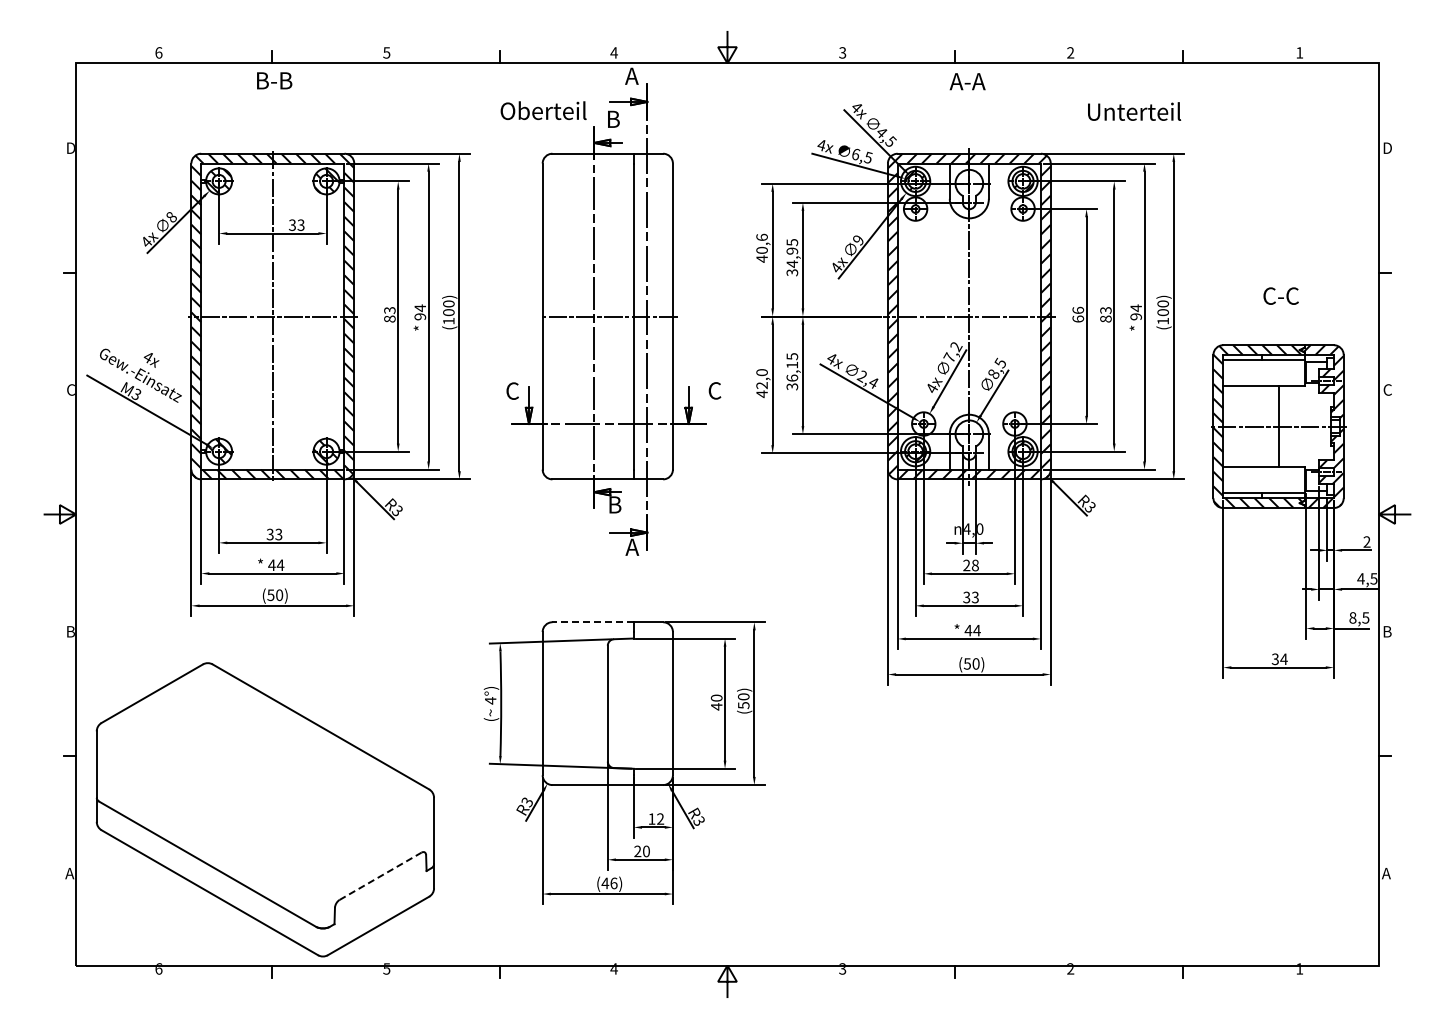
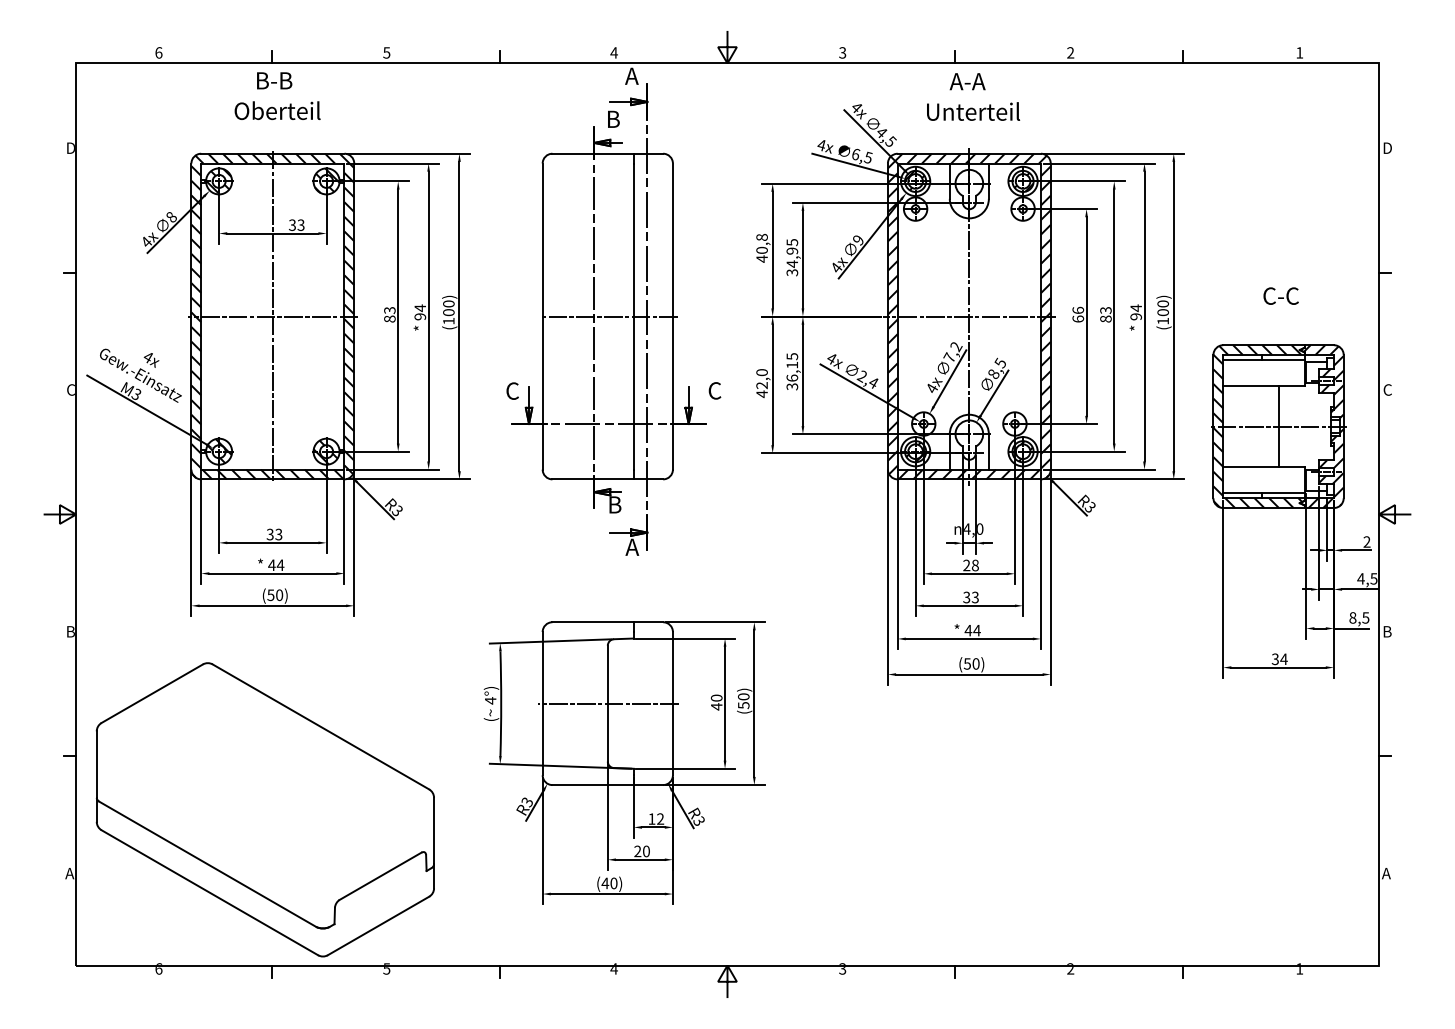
text at (543, 110) position: (543, 110) -> (277, 110)
text at (1134, 111) position: (1134, 111) -> (973, 111)
text at (761, 236): 40,6 -> 40,8
line at (593, 622): dashed -> solid
line at (607, 703): none -> present
line at (380, 876): dashed -> solid
text at (613, 882): (46) -> (40)
